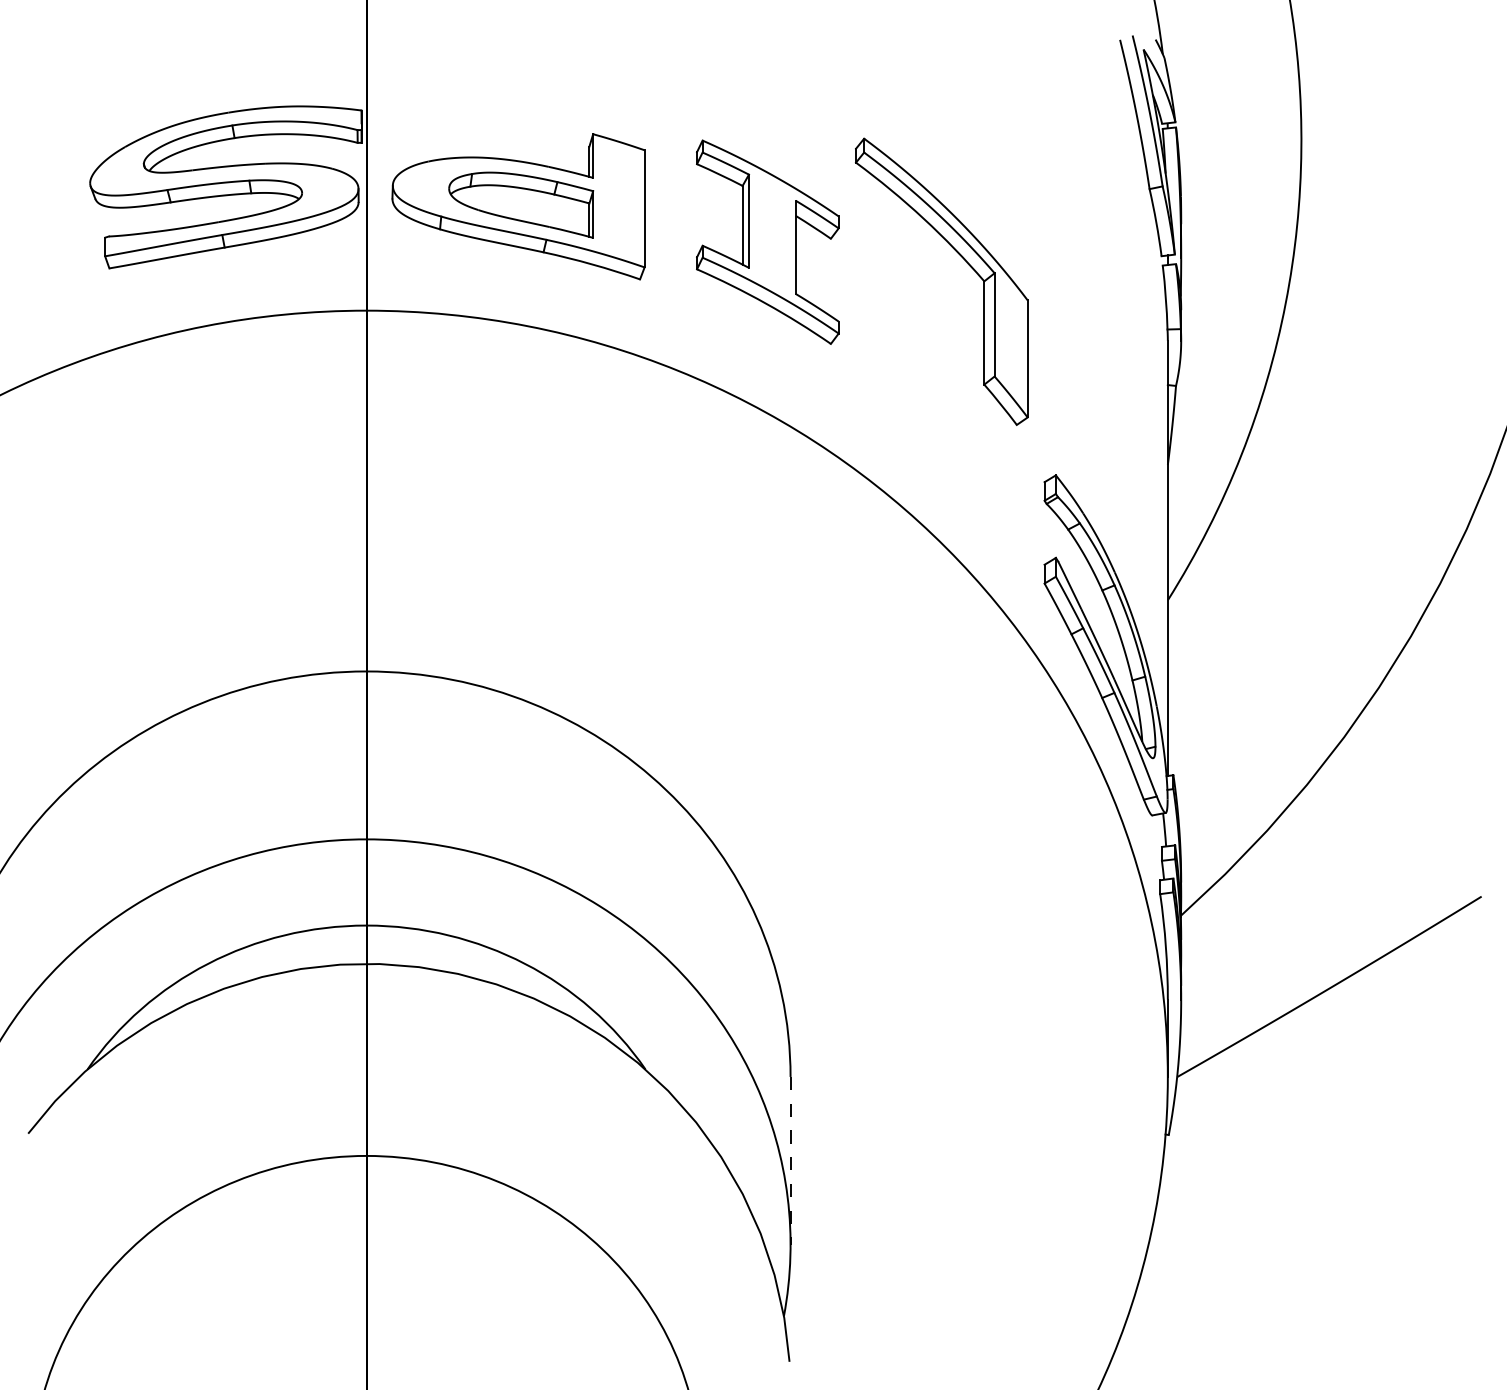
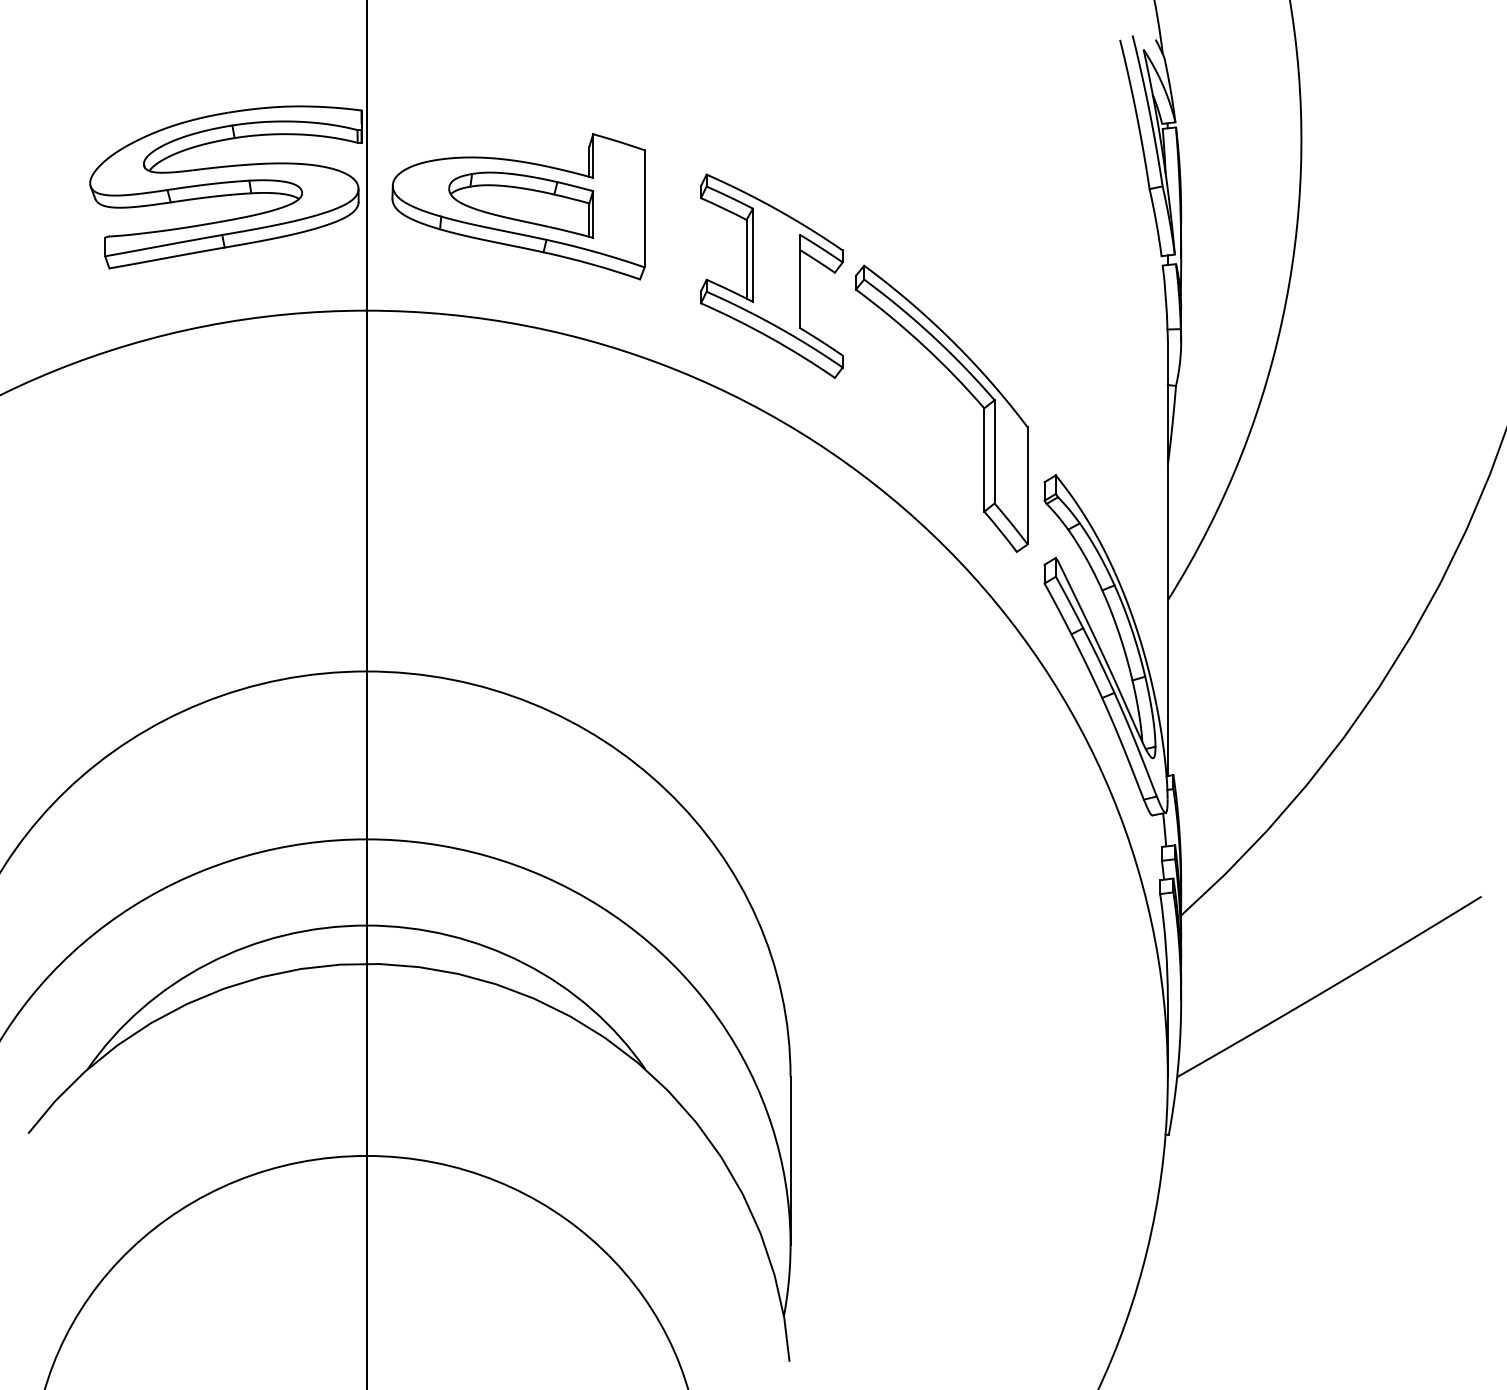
part at (767, 241) position: (767, 241) -> (771, 275)
part at (967, 264) position: (967, 264) -> (967, 391)
line at (790, 1160): dashed -> solid
